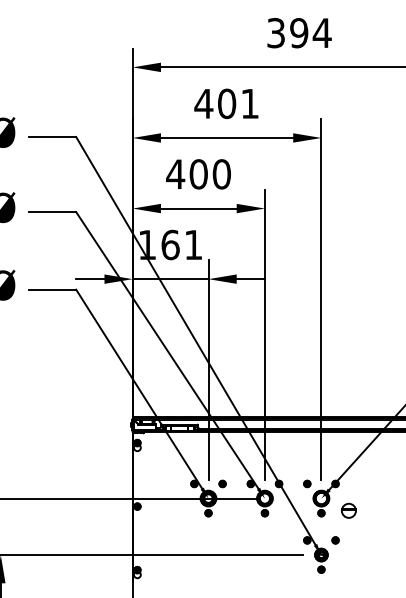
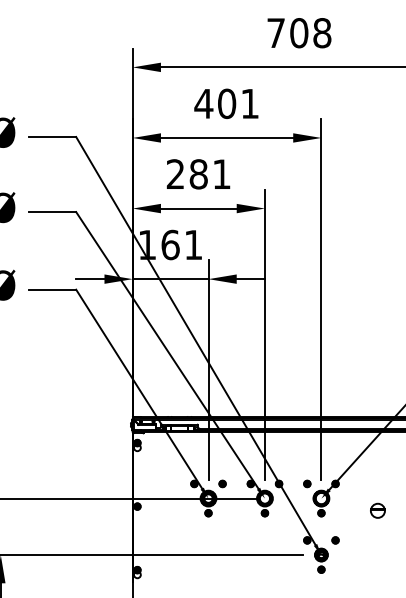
text at (299, 33): 394 -> 708
text at (198, 174): 400 -> 281
part at (348, 510) position: (348, 510) -> (377, 510)
